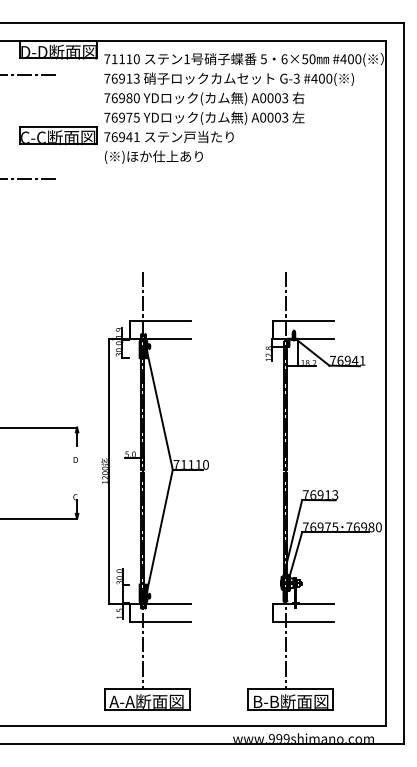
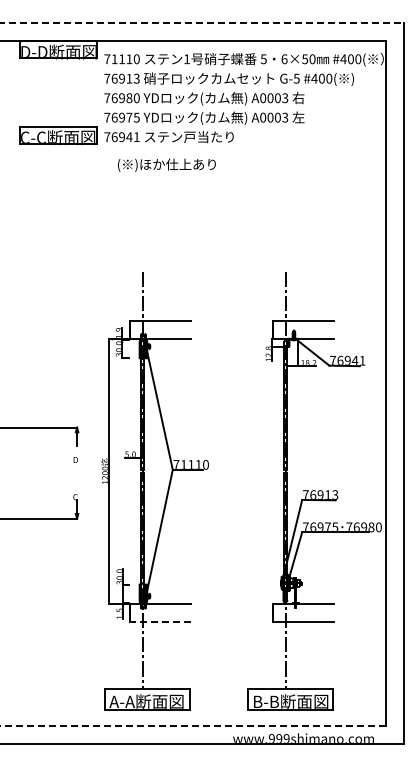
line at (202, 23): solid -> dashed
line at (29, 75): present -> none
text at (296, 77): G-3 -> G-5
text at (153, 156) position: (153, 156) -> (166, 164)
line at (29, 178): present -> none
line at (160, 622): solid -> dashed
line at (193, 725): solid -> dashed
